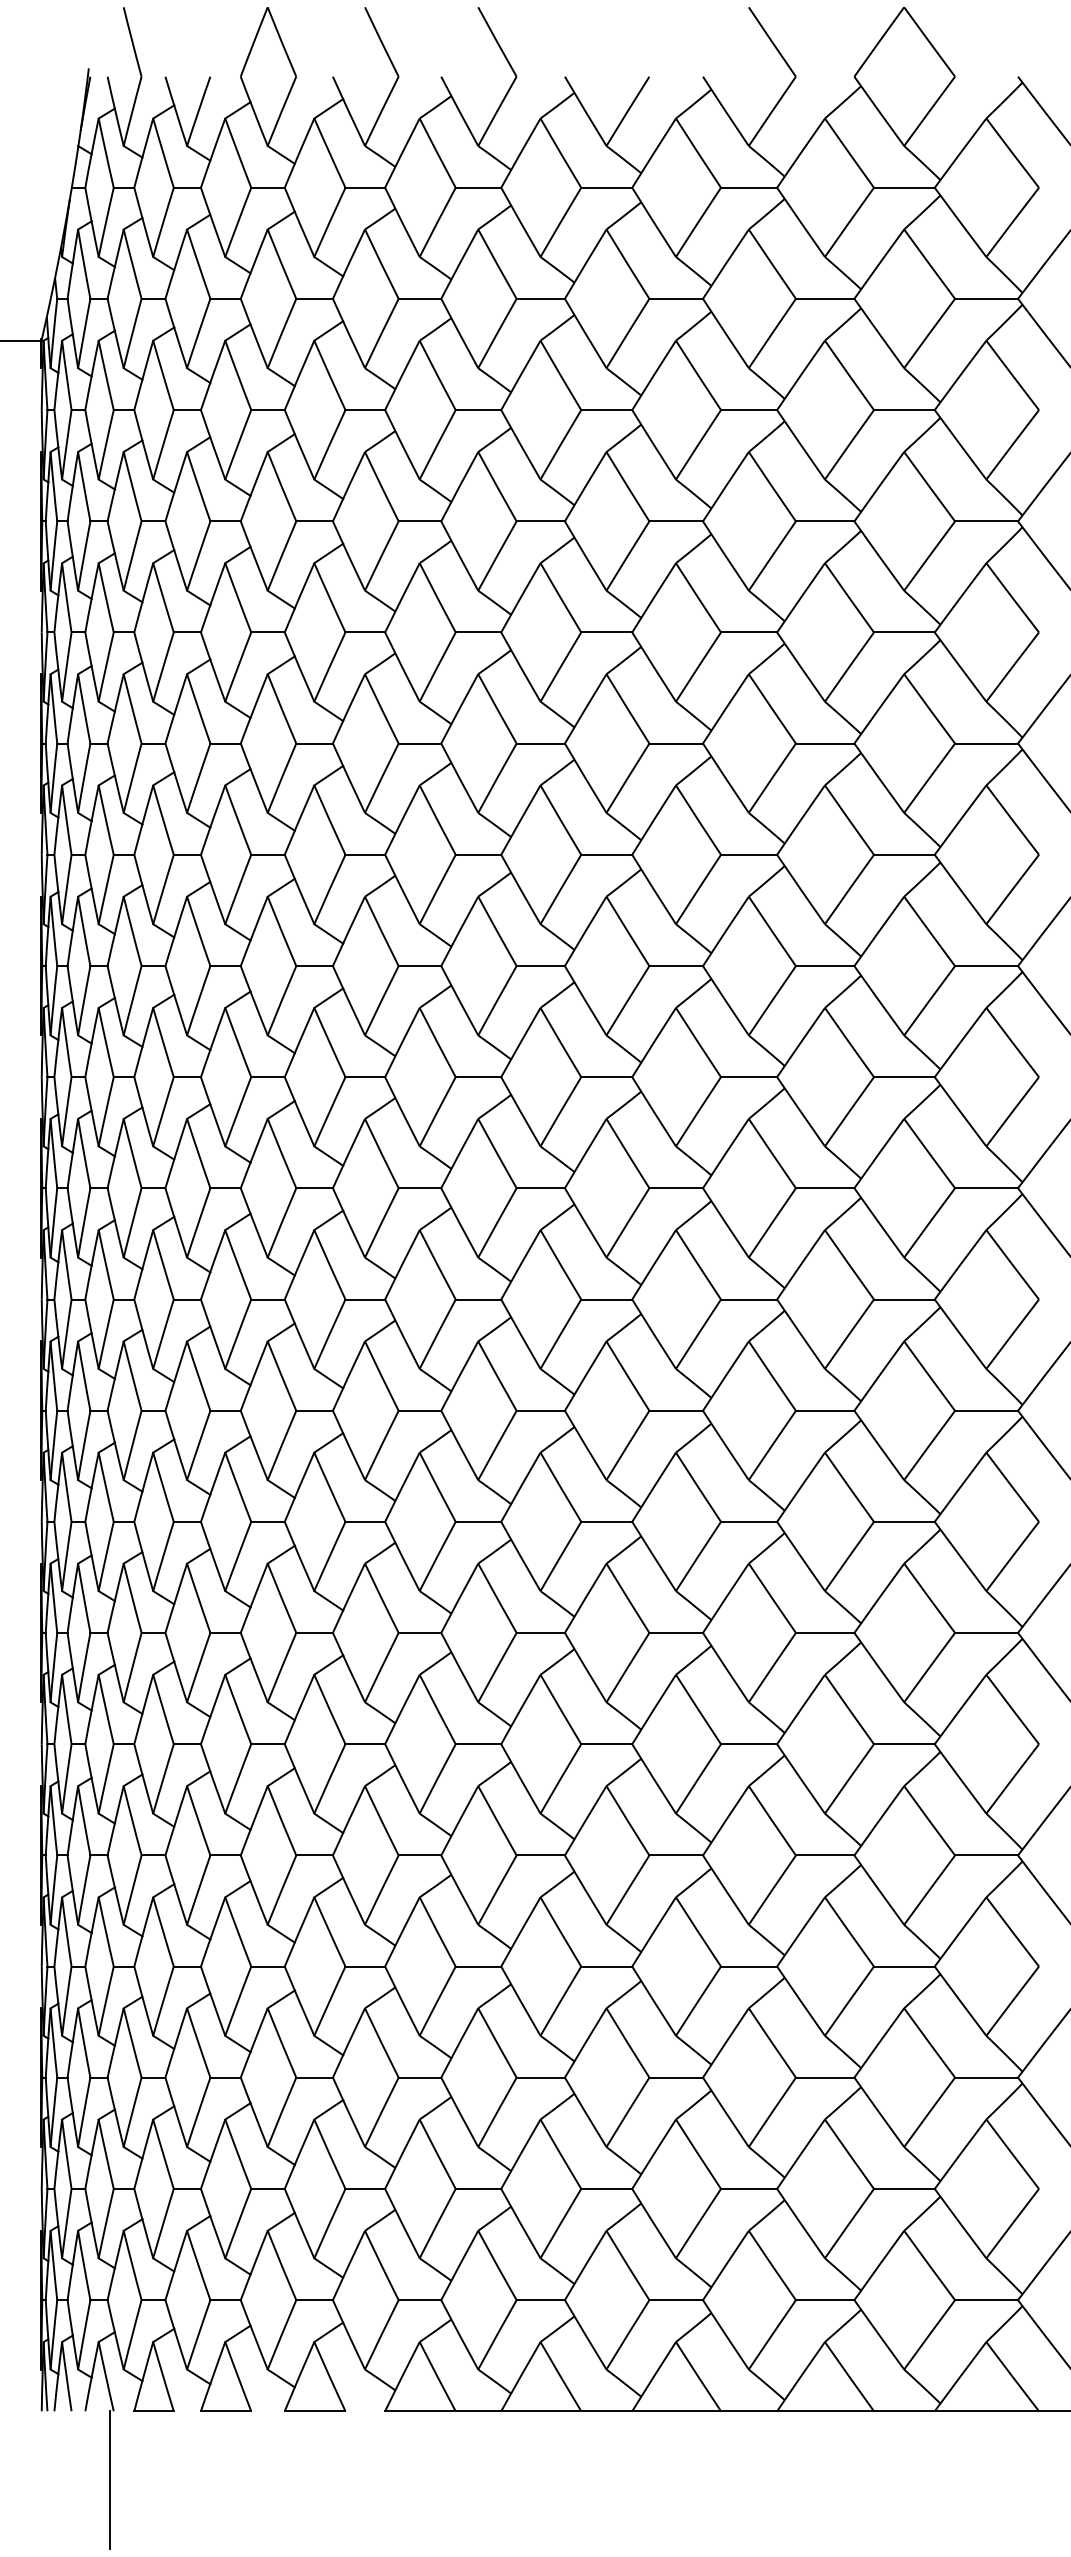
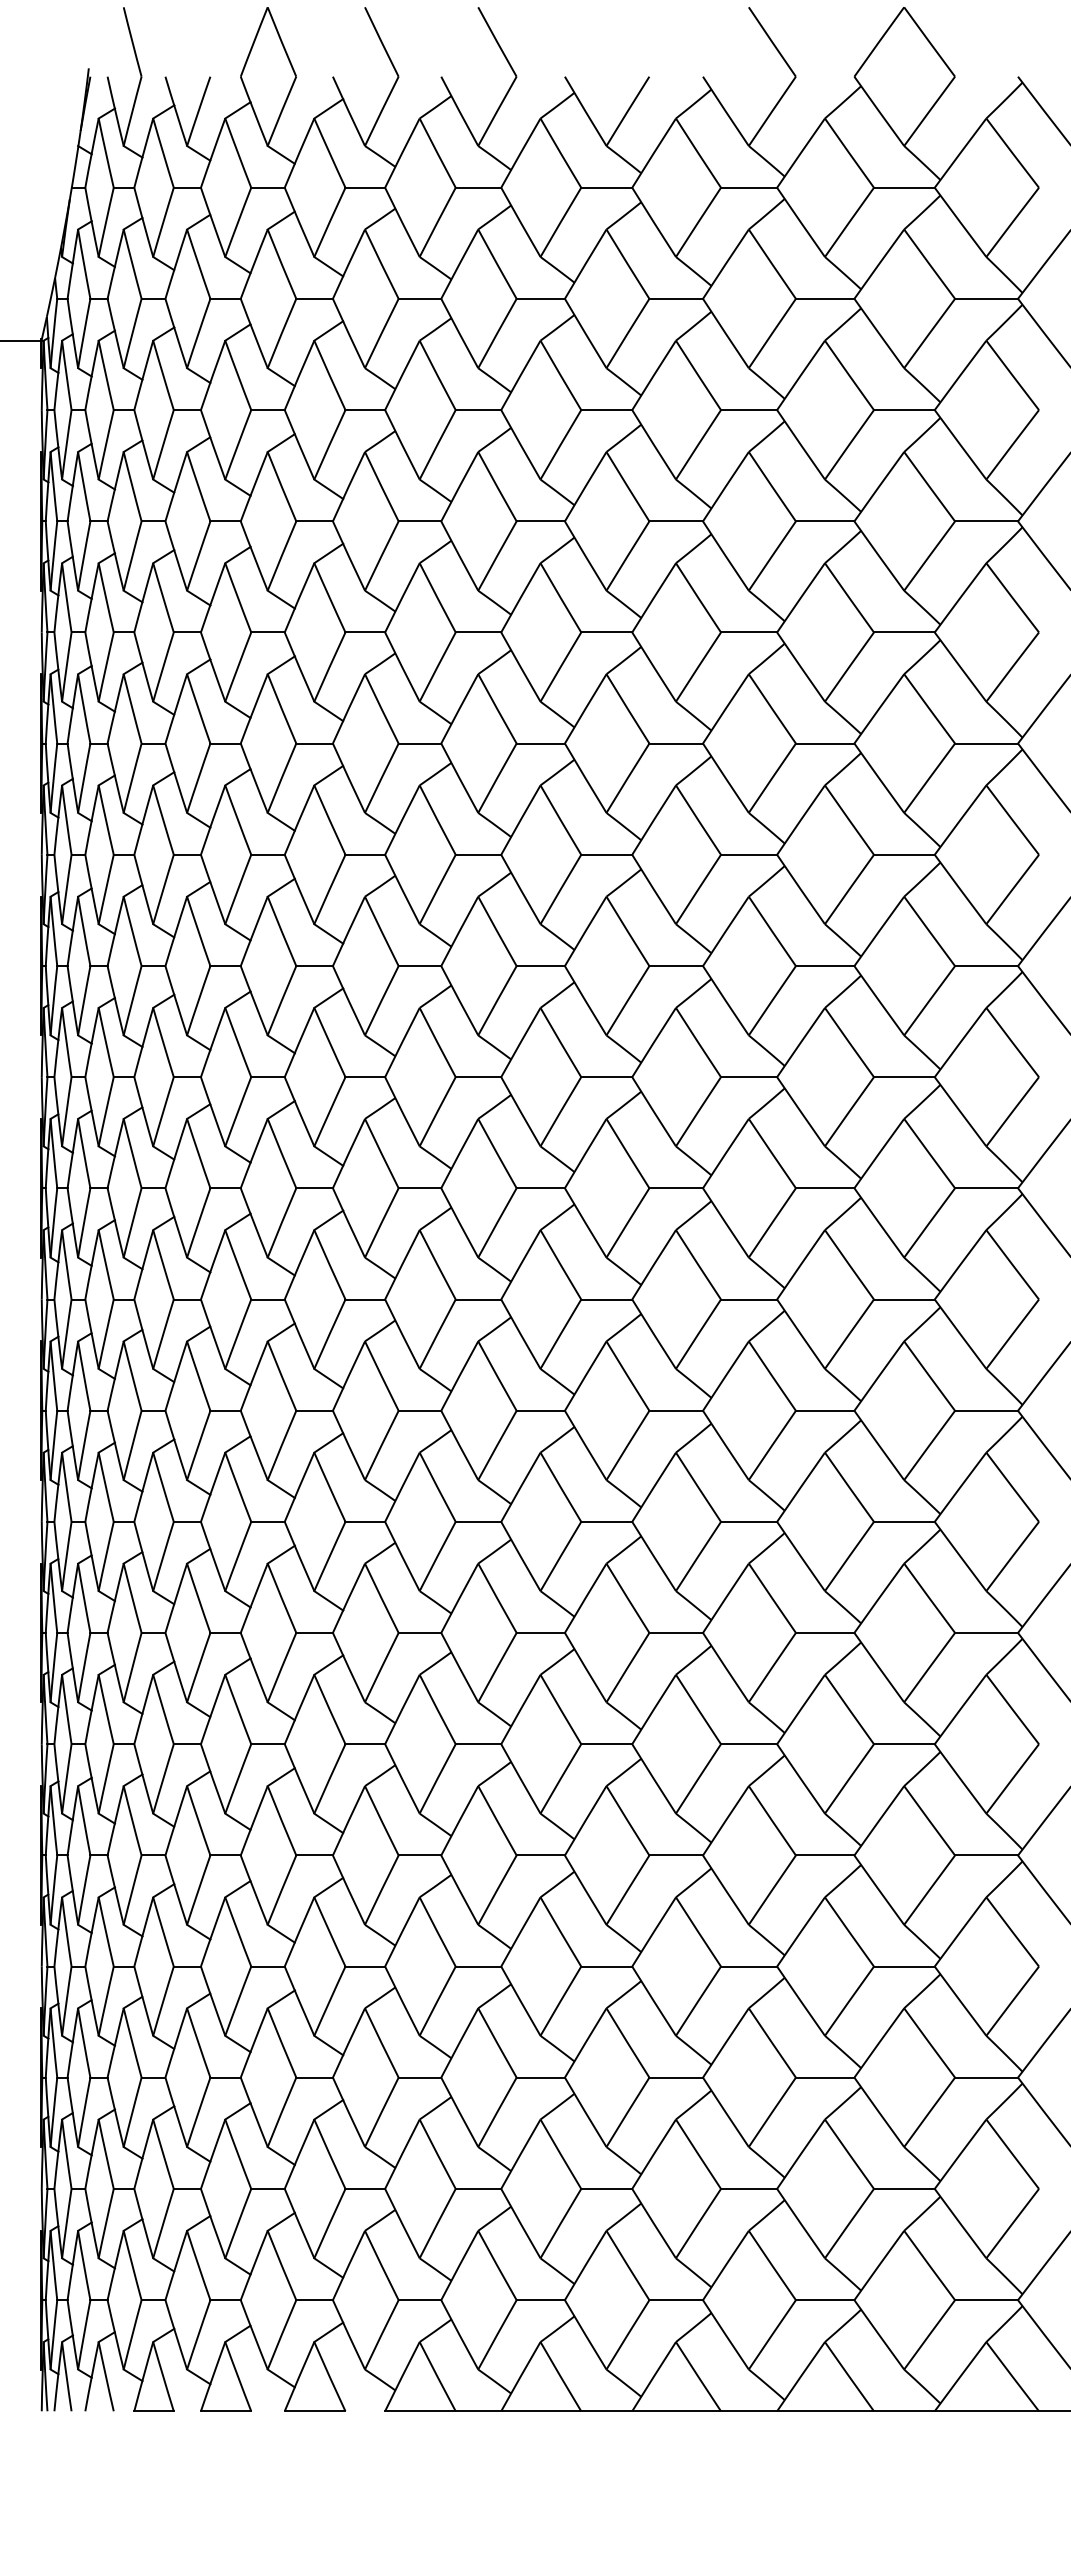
line at (110, 2480): present -> none
